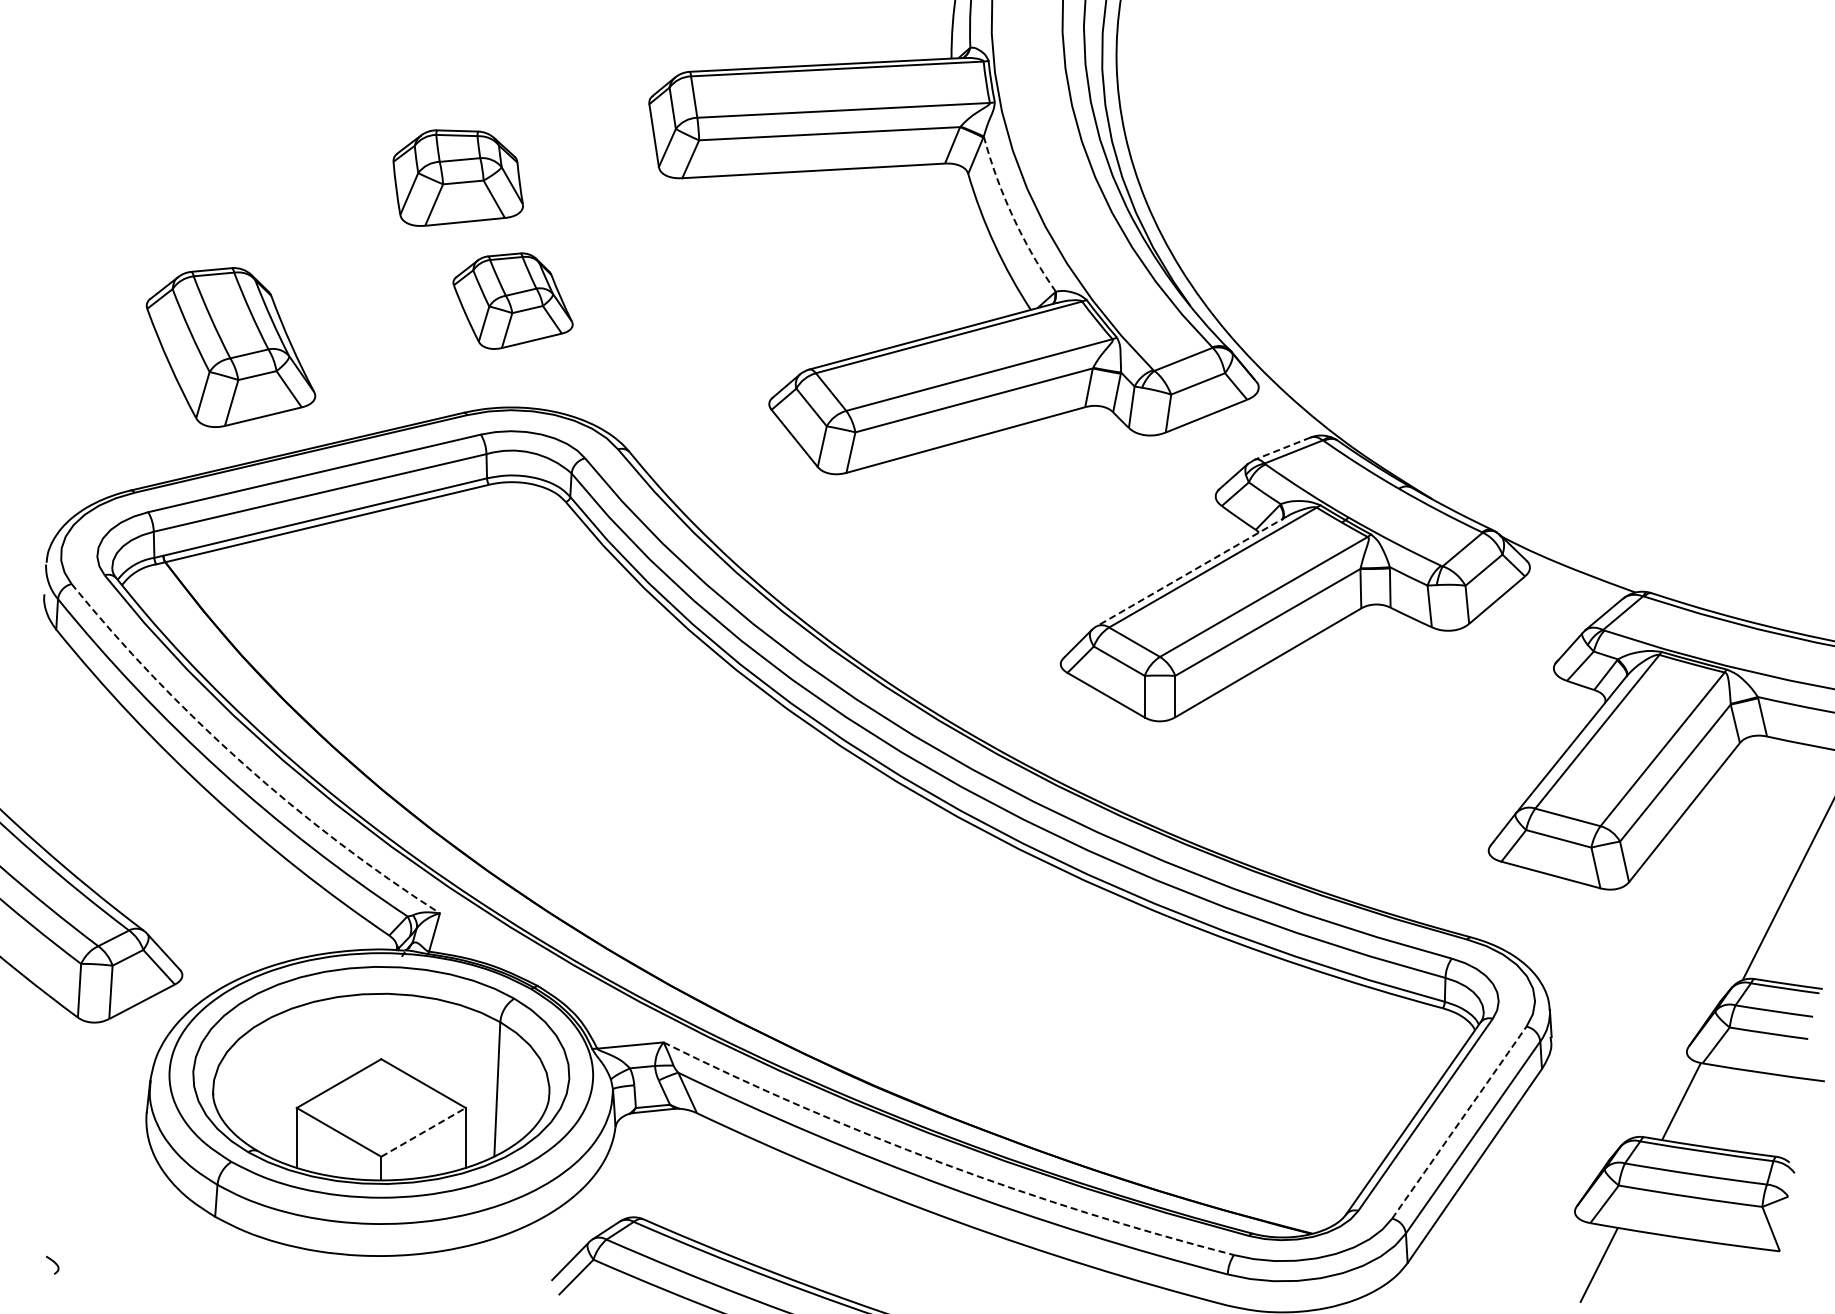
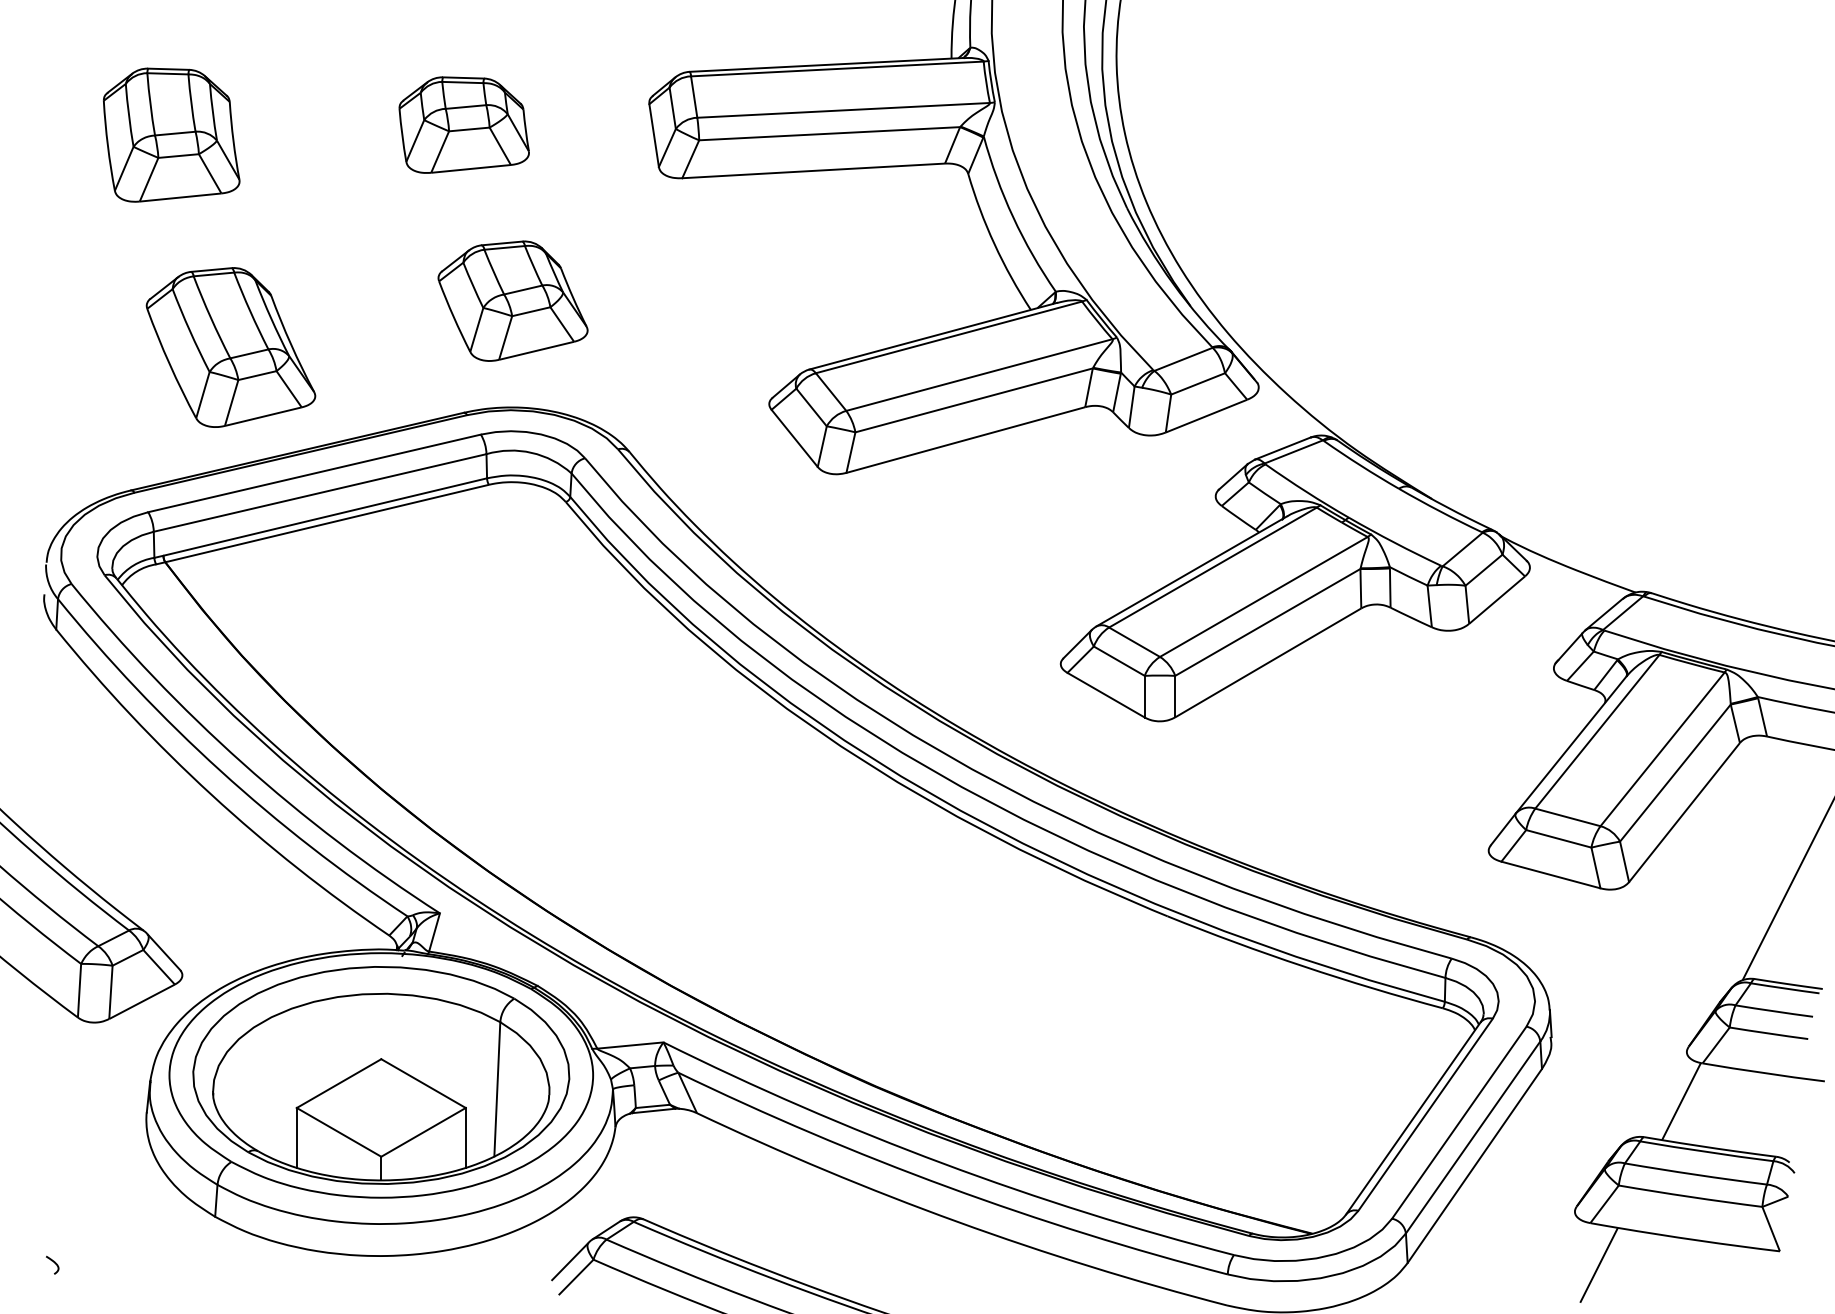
part at (171, 134): none -> present
part at (457, 177) position: (457, 177) -> (463, 124)
arc at (1013, 217): dashed -> solid
part at (512, 300) size: 122x98 px -> 152x122 px
line at (1282, 448): dashed -> solid
line at (1191, 571): dashed -> solid
arc at (242, 763): dashed -> solid
line at (1459, 1122): dashed -> solid
line at (423, 1132): dashed -> solid
arc at (943, 1163): dashed -> solid
